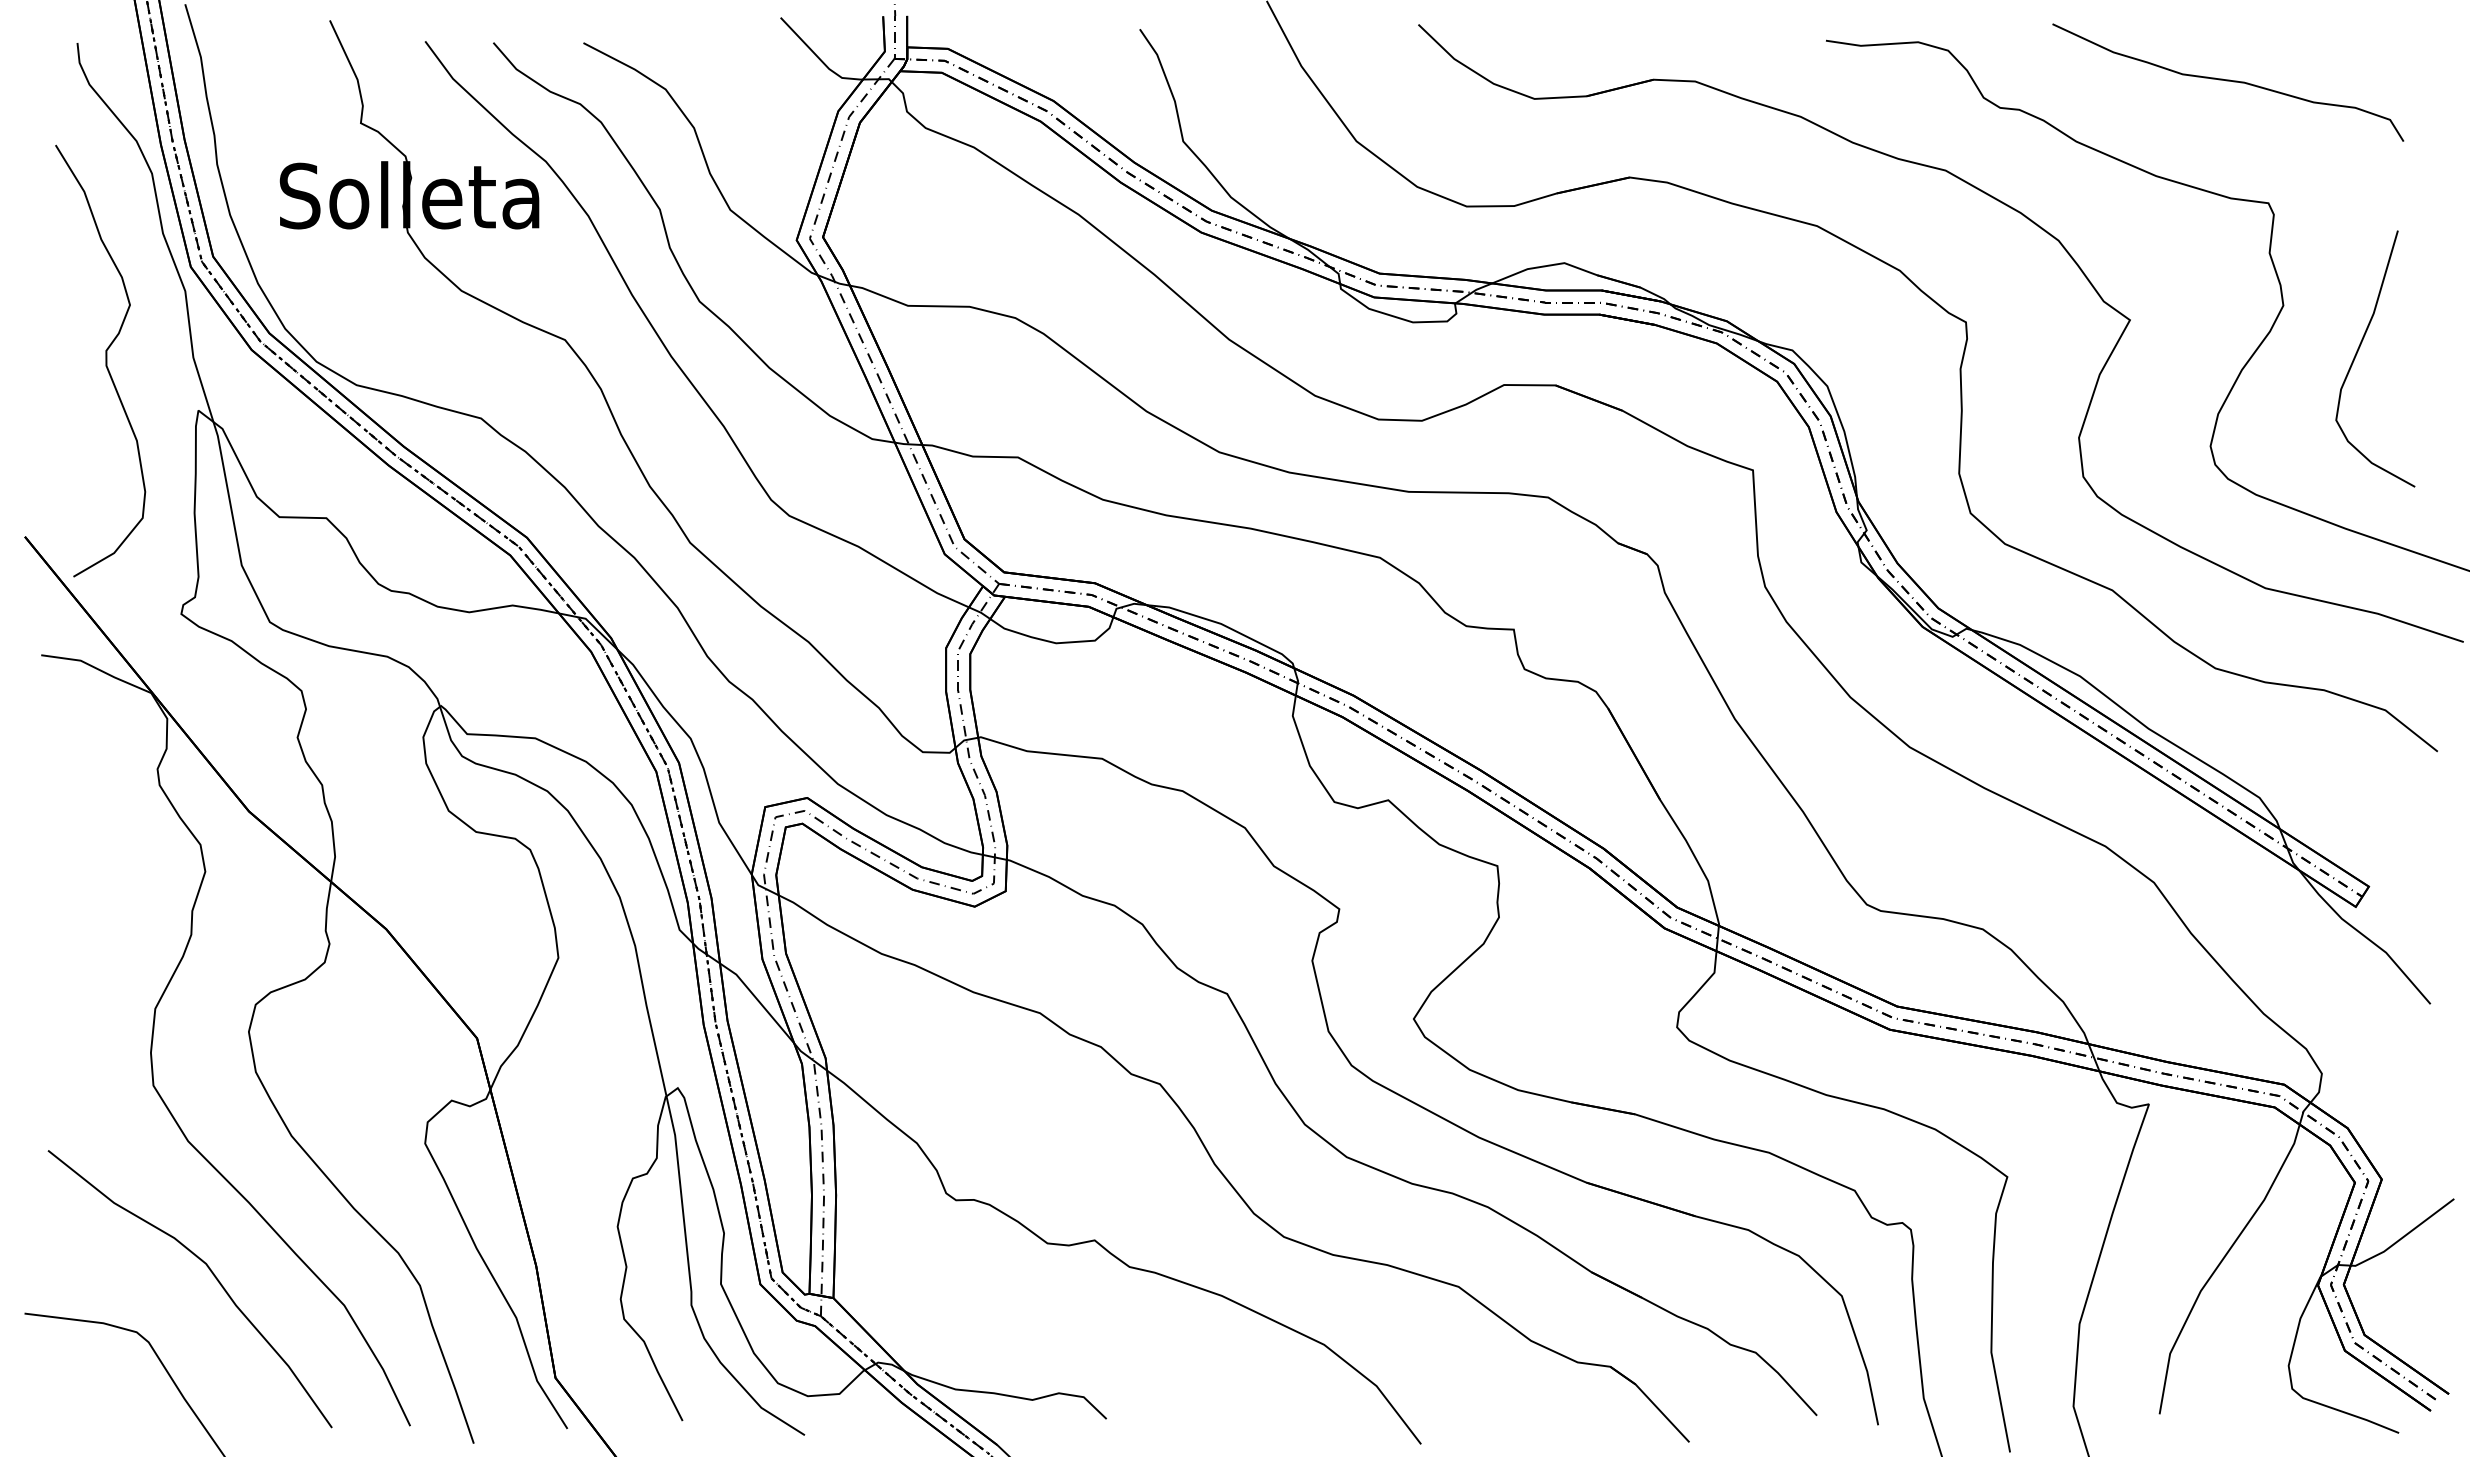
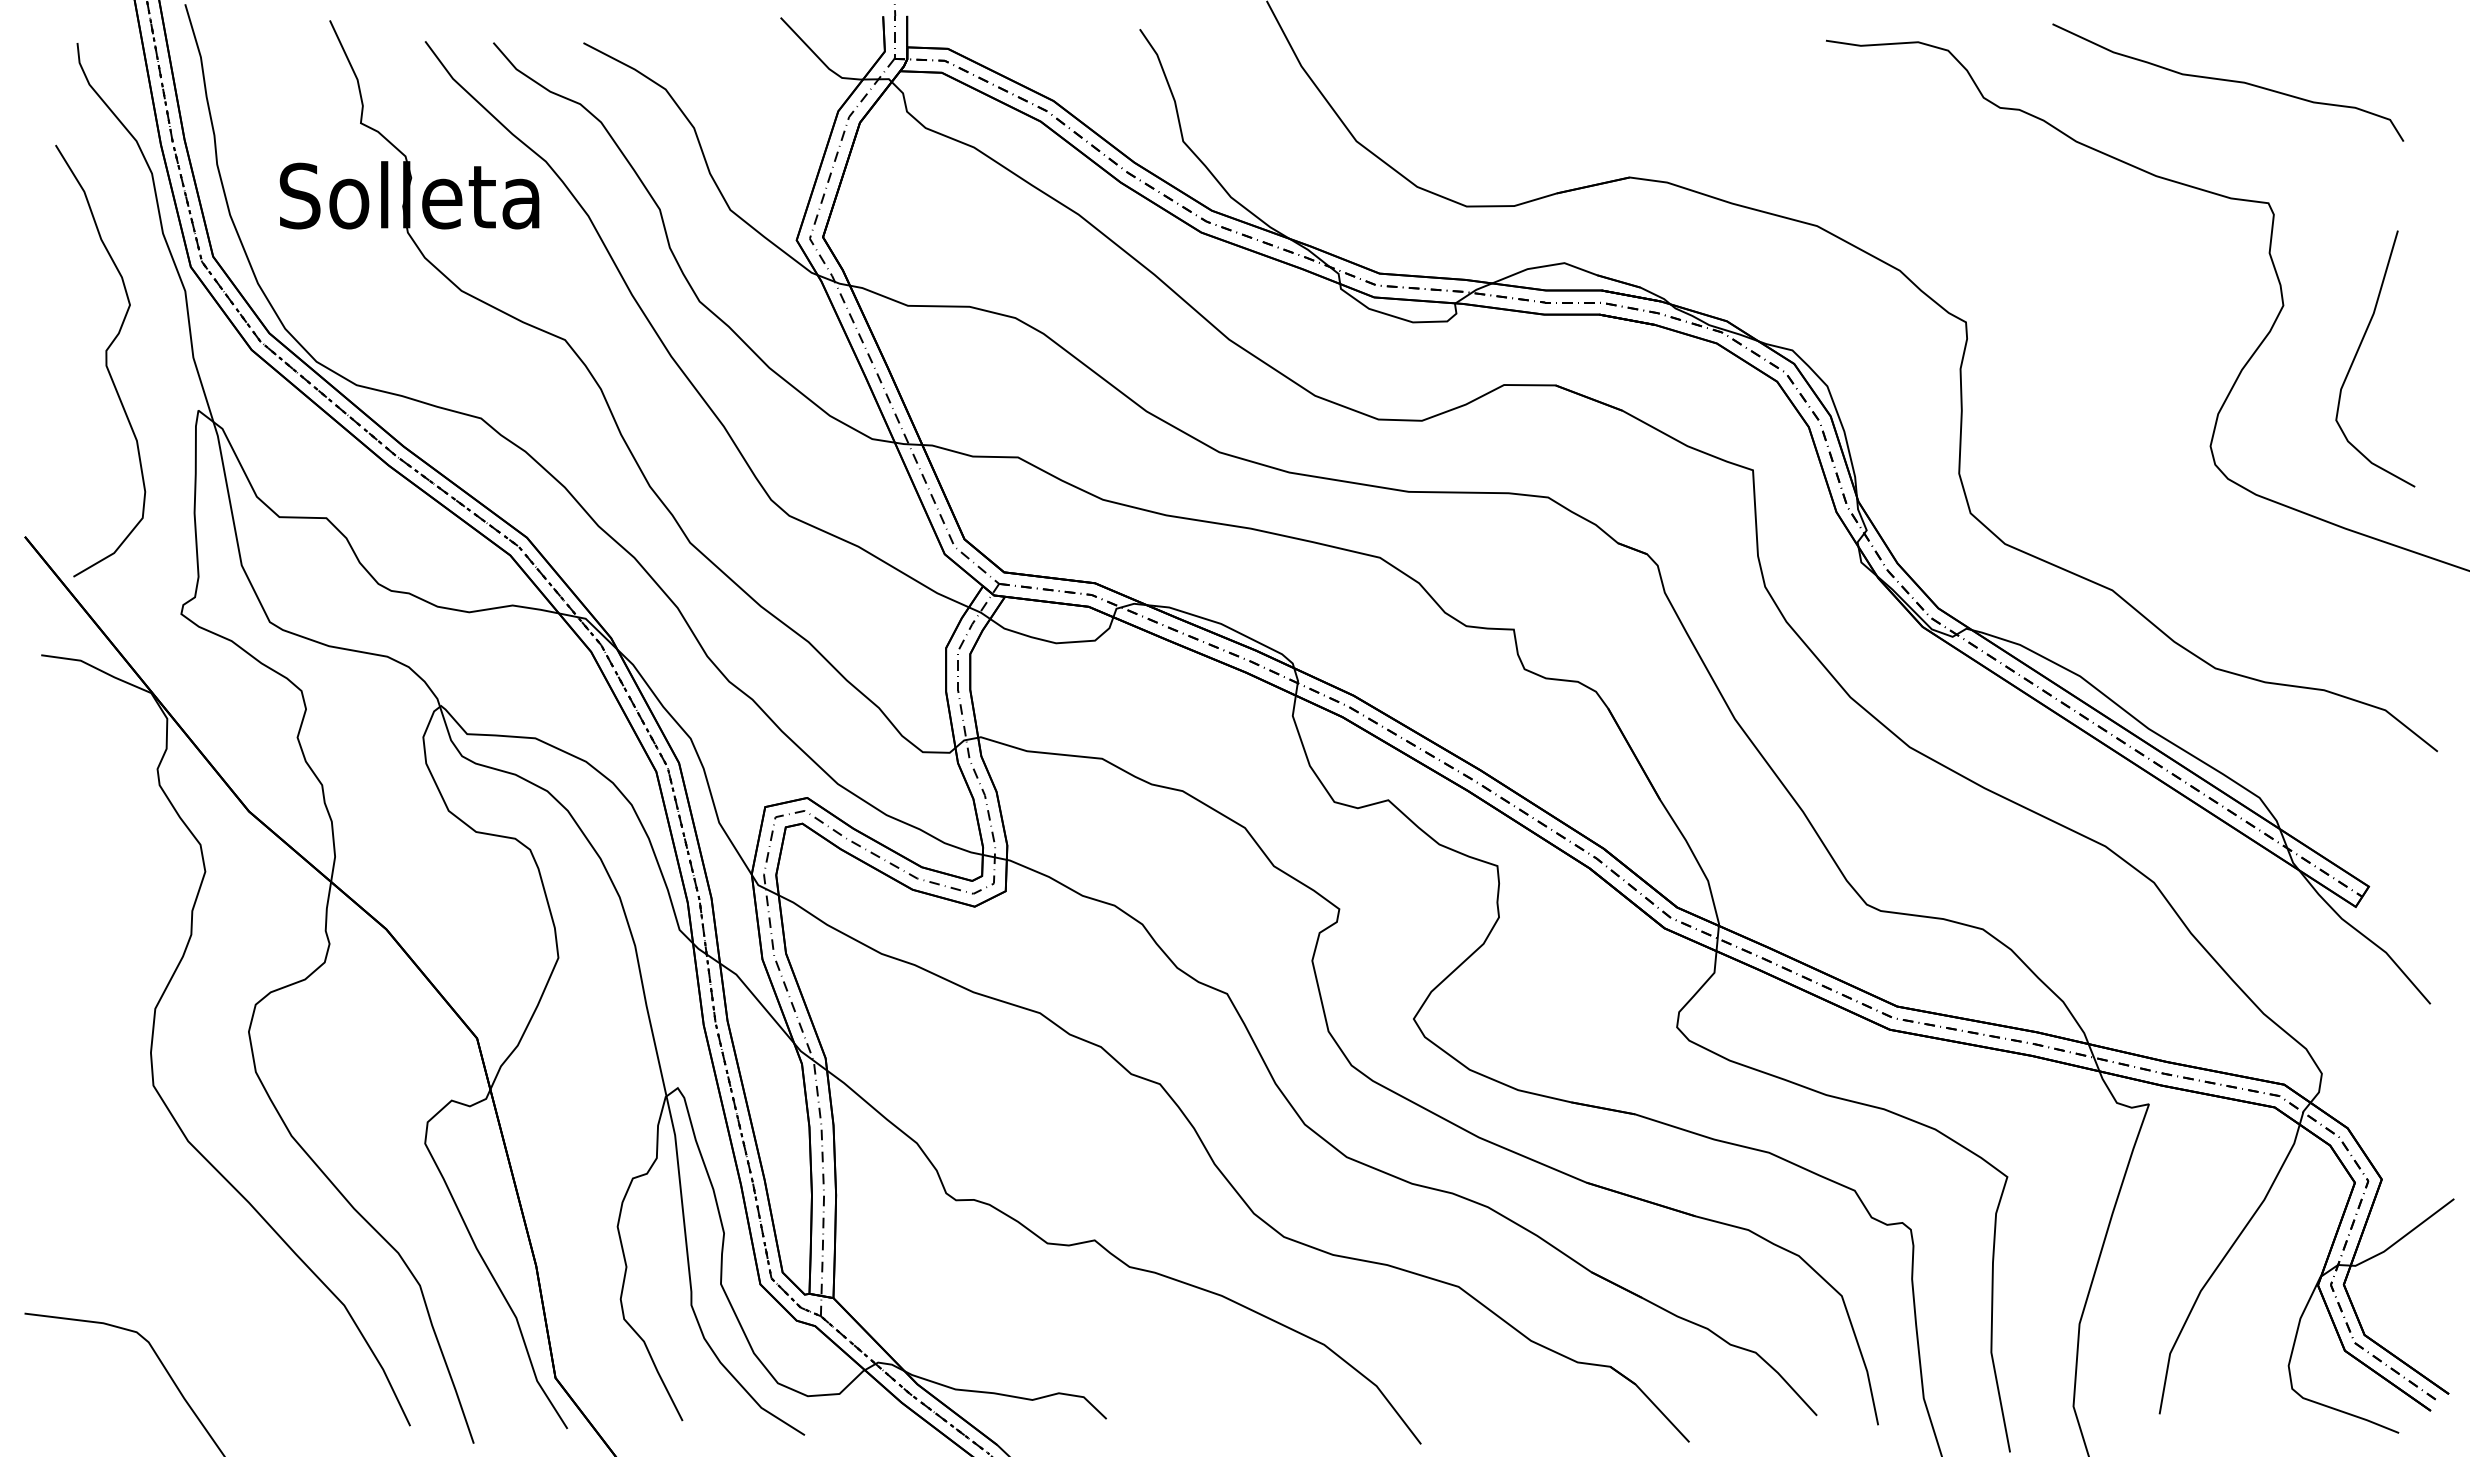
part at (2008, 207): present -> none
curve at (211, 1273): present -> none
